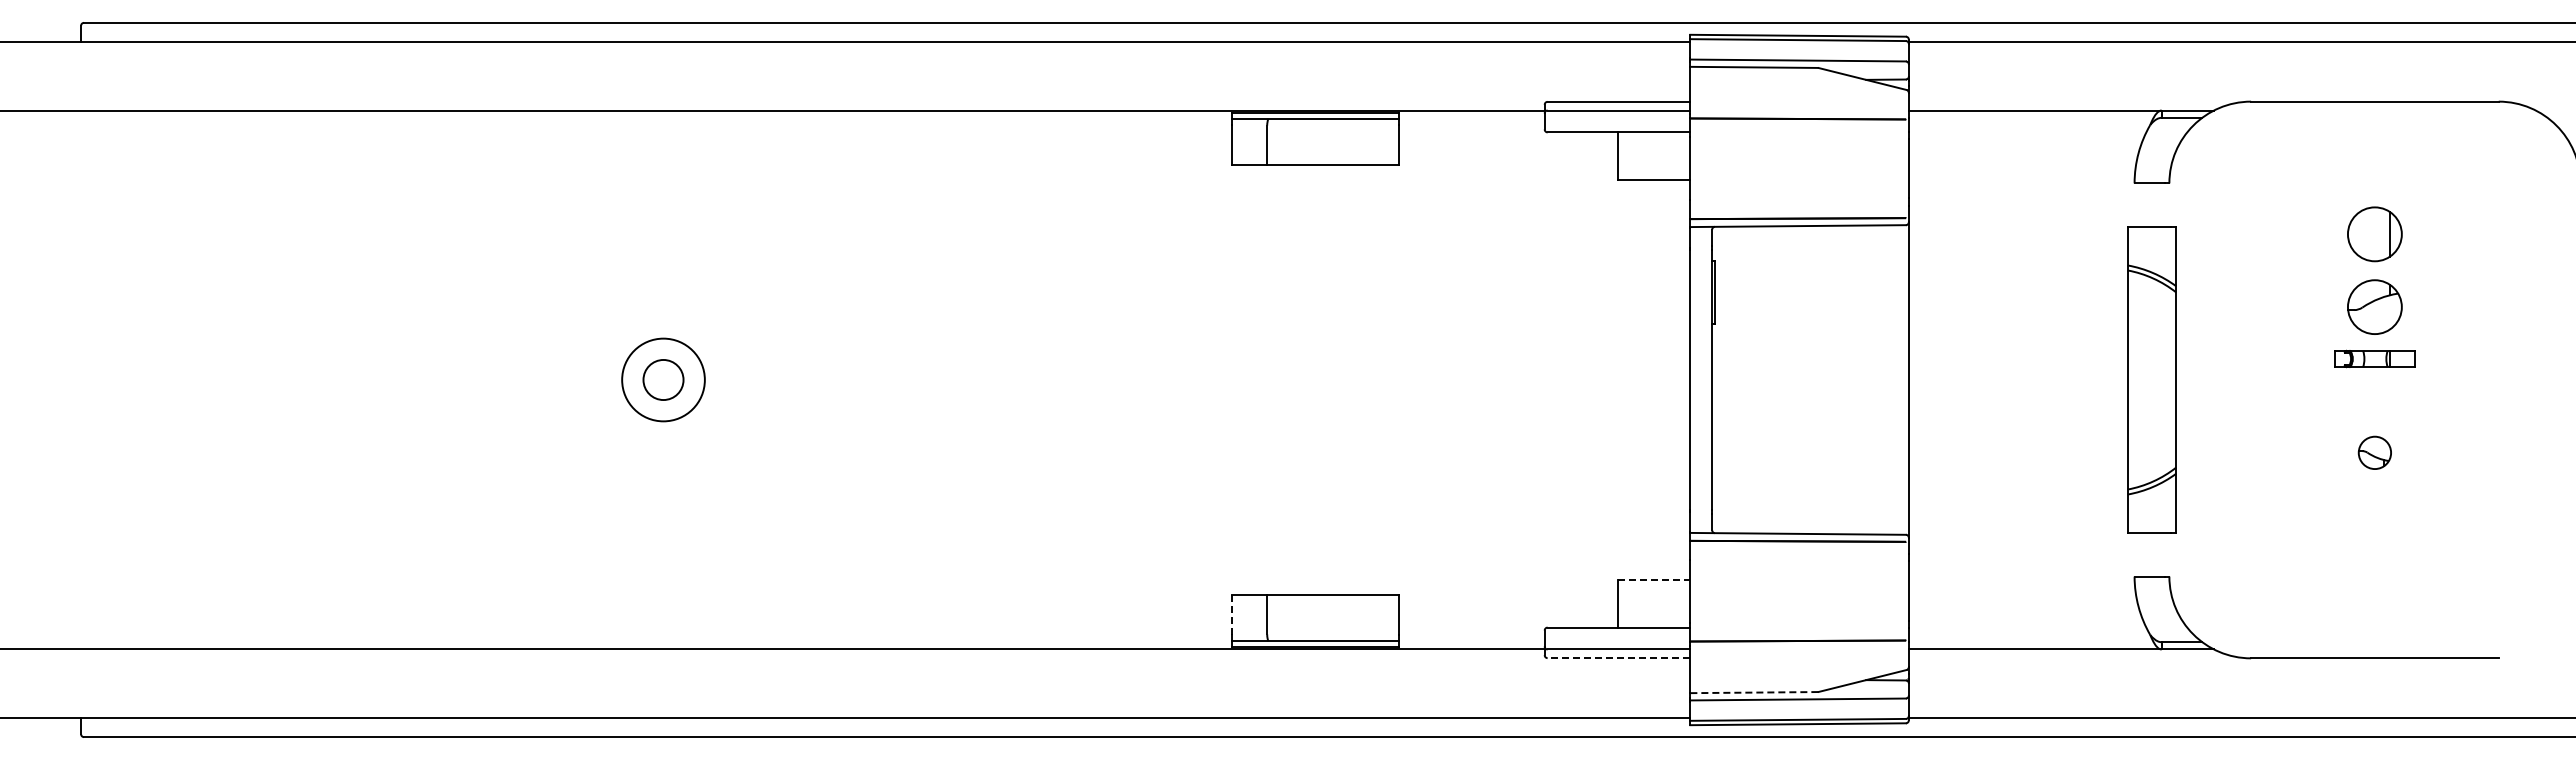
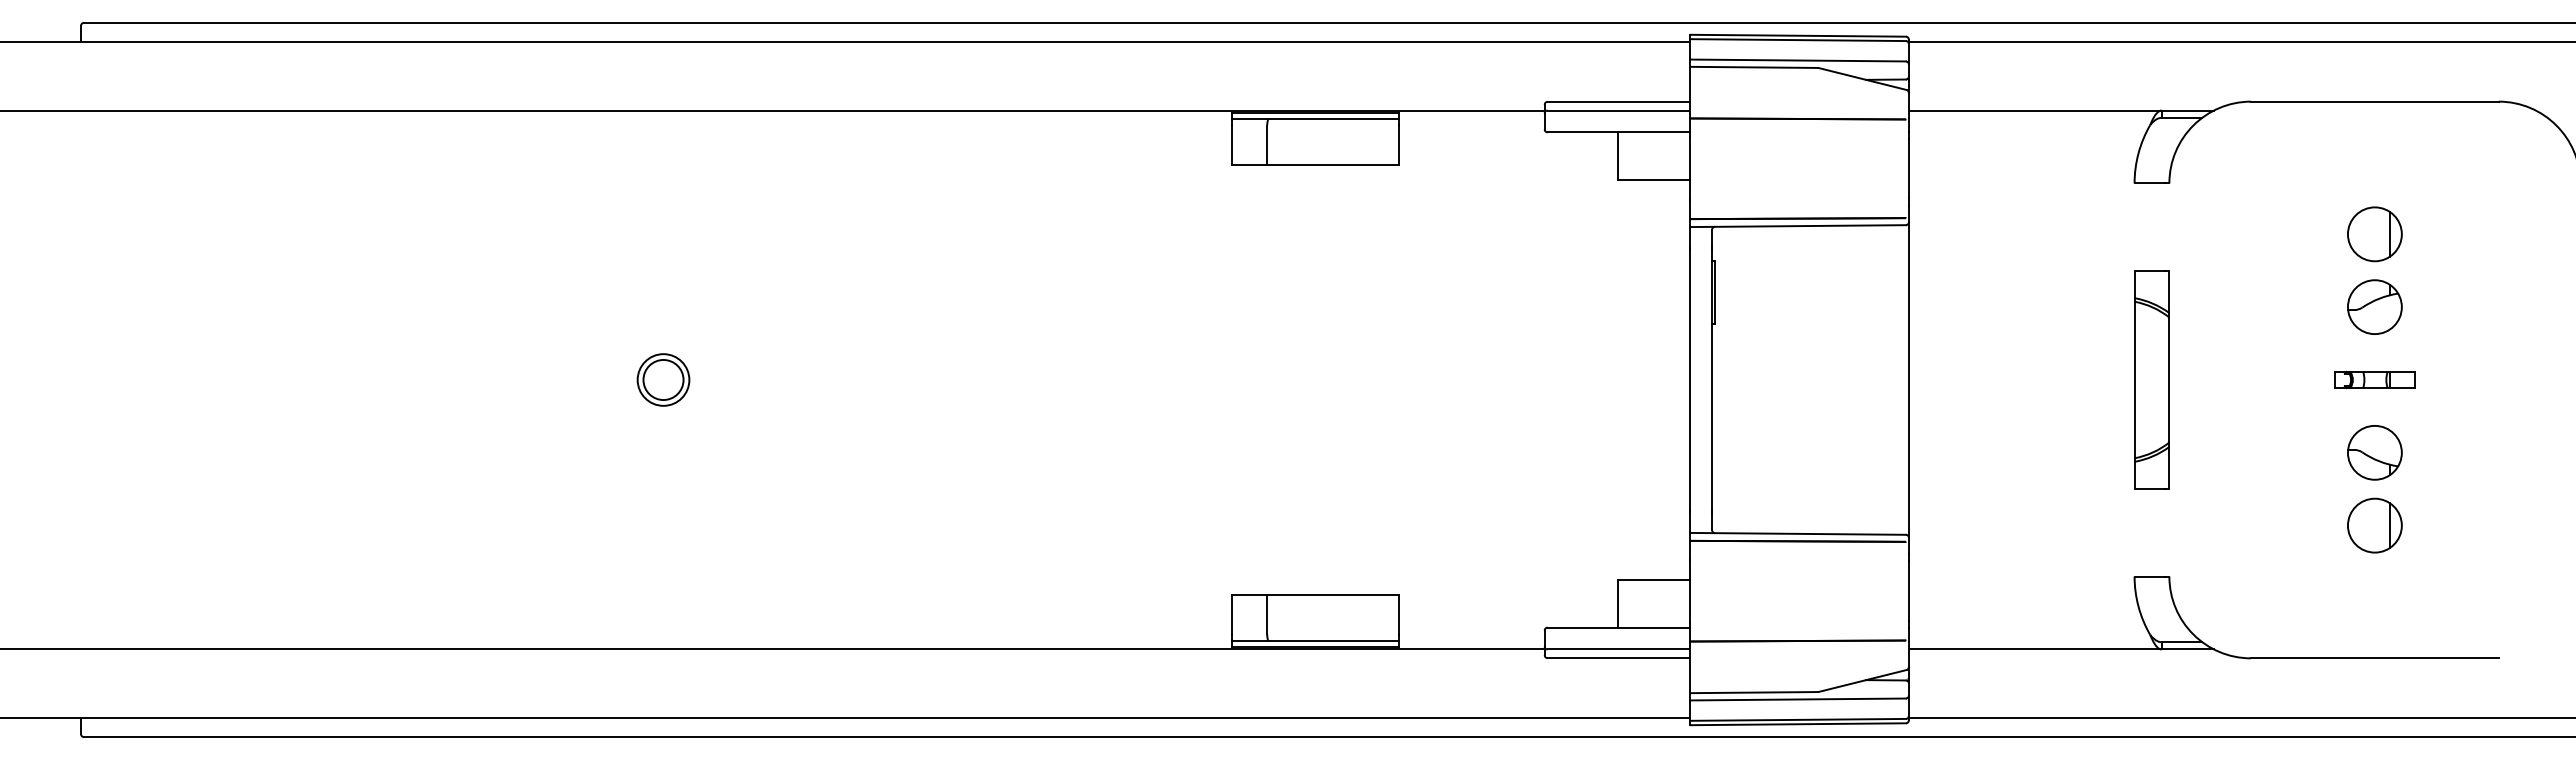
part at (2374, 358) position: (2374, 358) -> (2374, 379)
circle at (663, 379) diameter: 83 px -> 52 px
part at (2151, 379) size: 50x308 px -> 36x220 px
part at (2374, 452) size: 35x35 px -> 56x56 px
part at (2374, 525): none -> present
line at (1654, 580): dashed -> solid
line at (1231, 614): dashed -> solid
line at (1618, 658): dashed -> solid
line at (1754, 692): dashed -> solid
